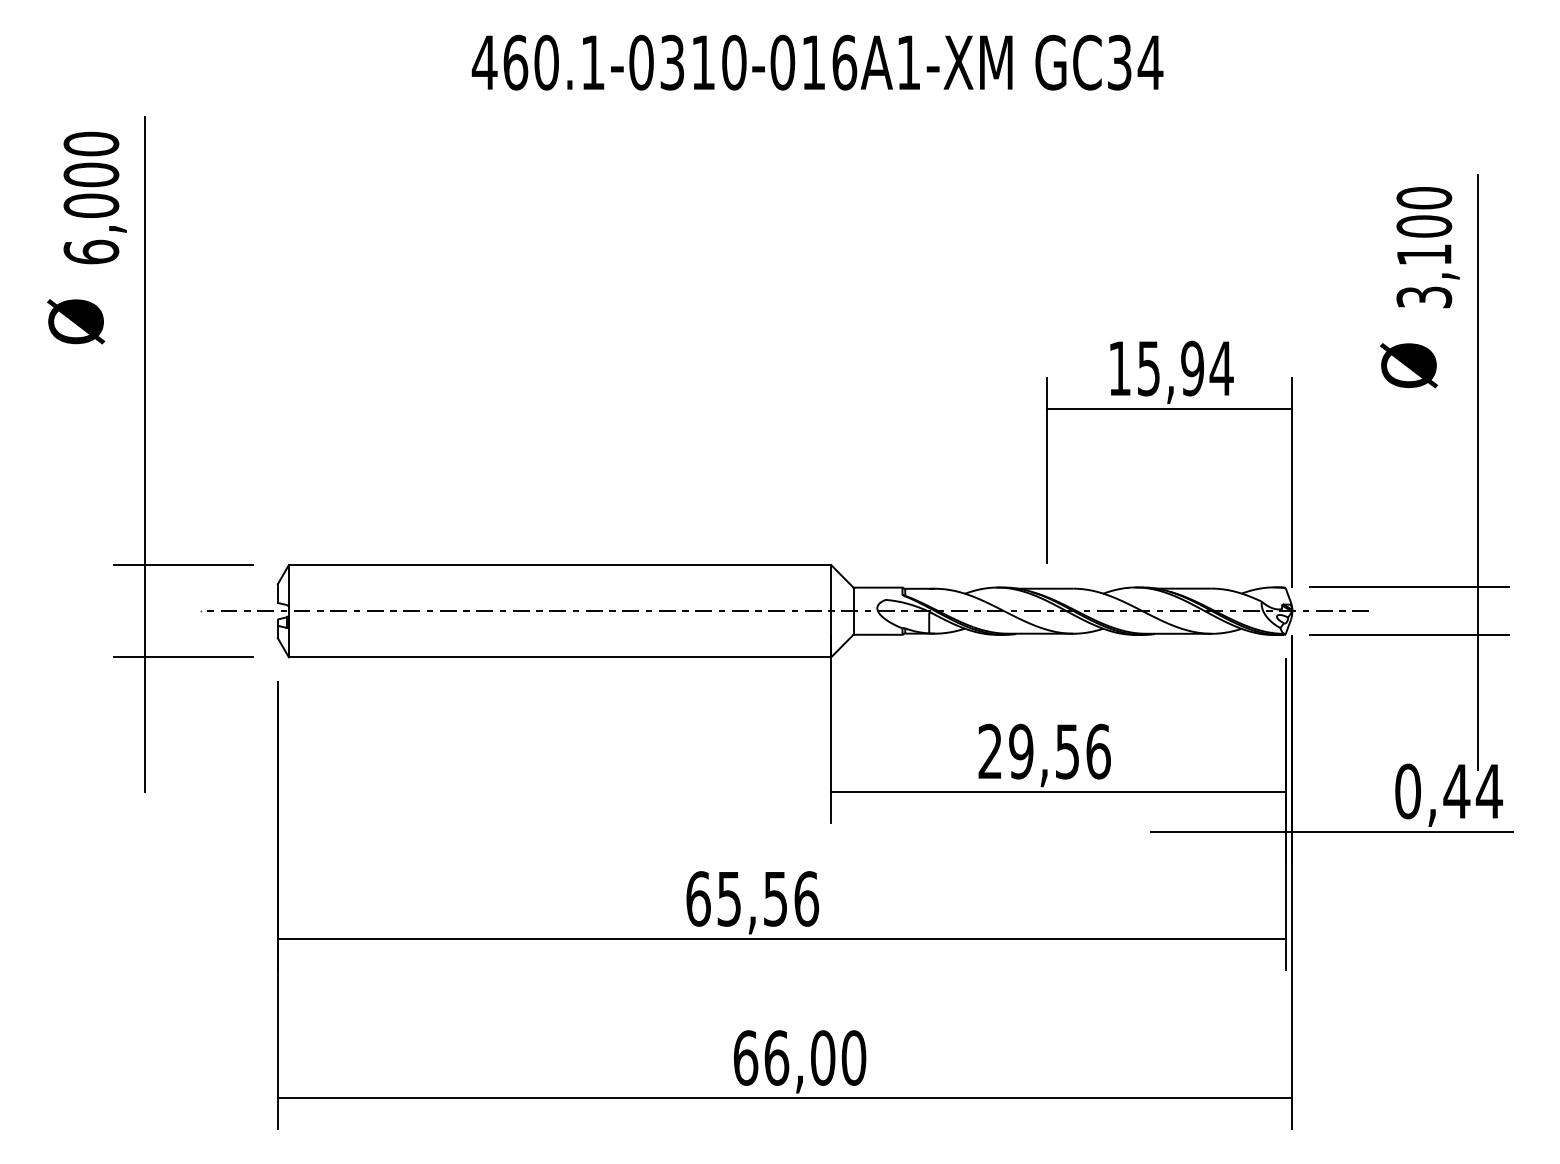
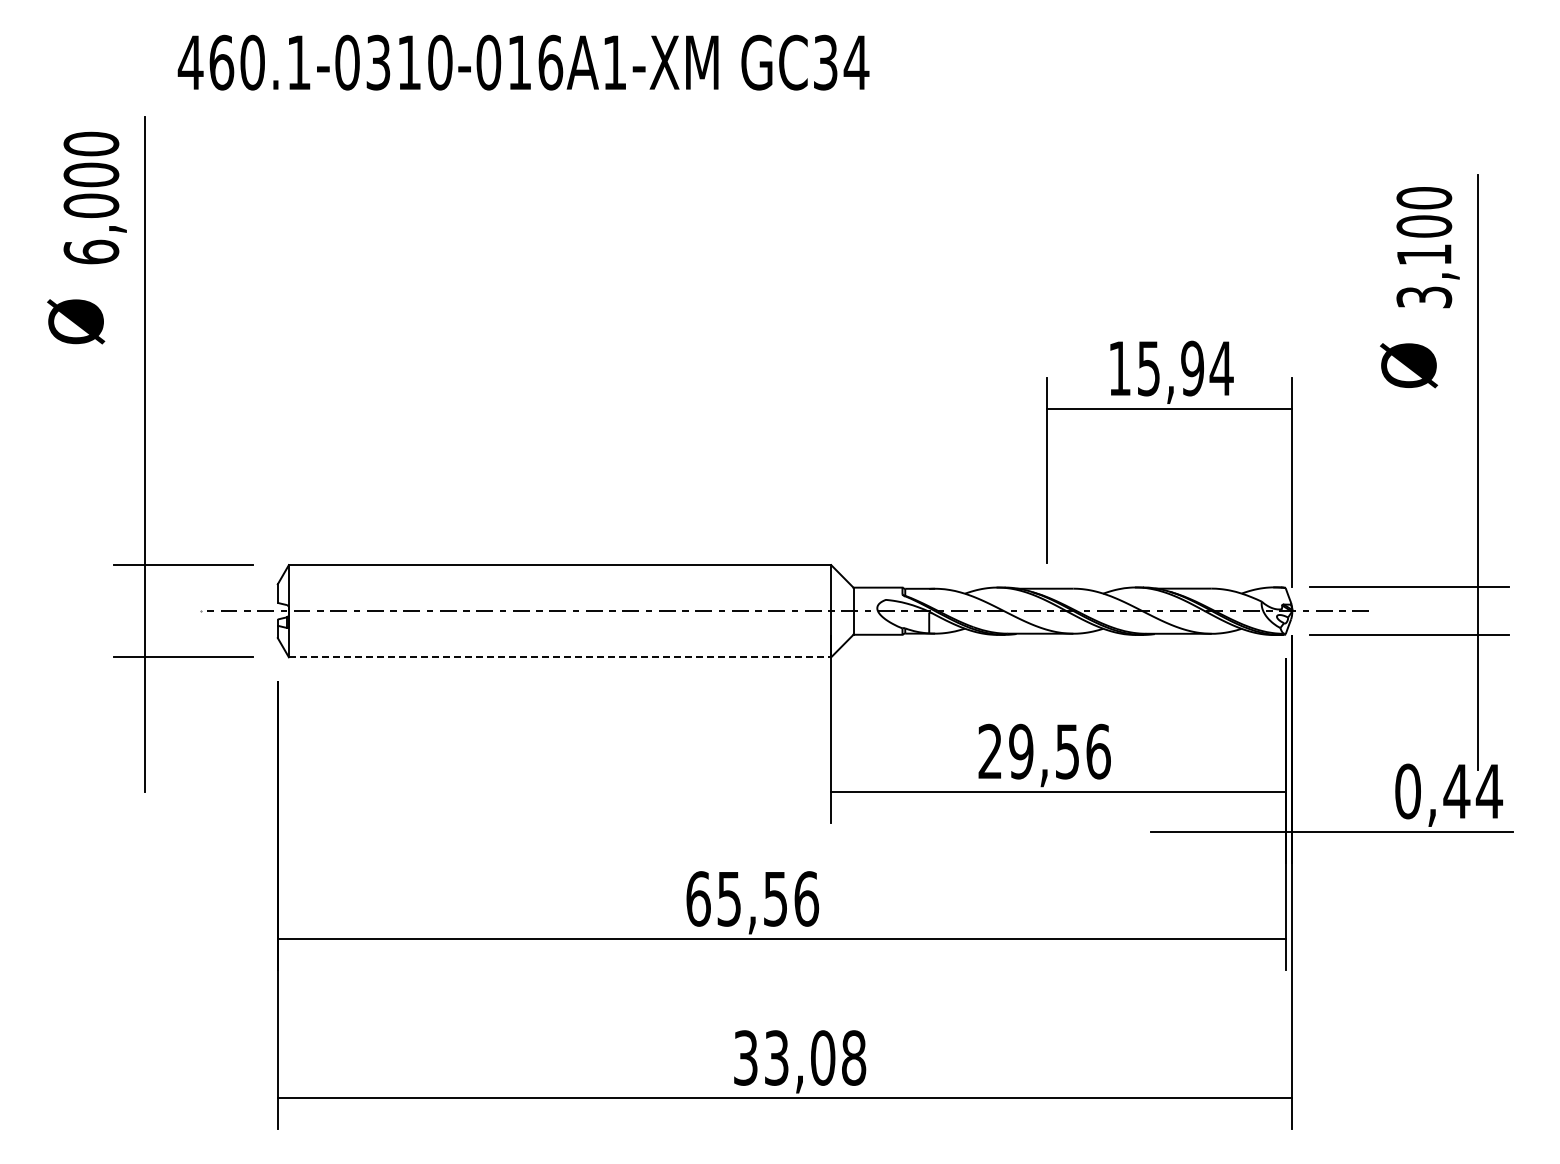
text at (817, 62) position: (817, 62) -> (523, 62)
line at (560, 657): solid -> dashed
text at (800, 1057): 66,00 -> 33,08
